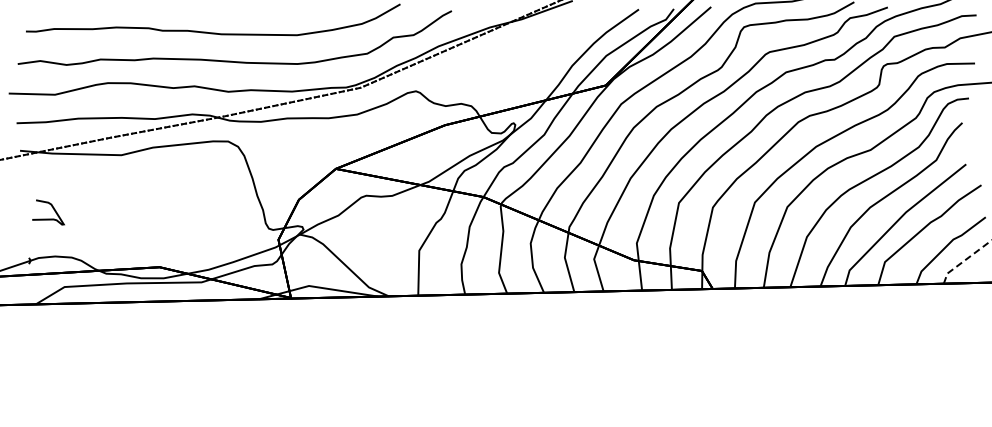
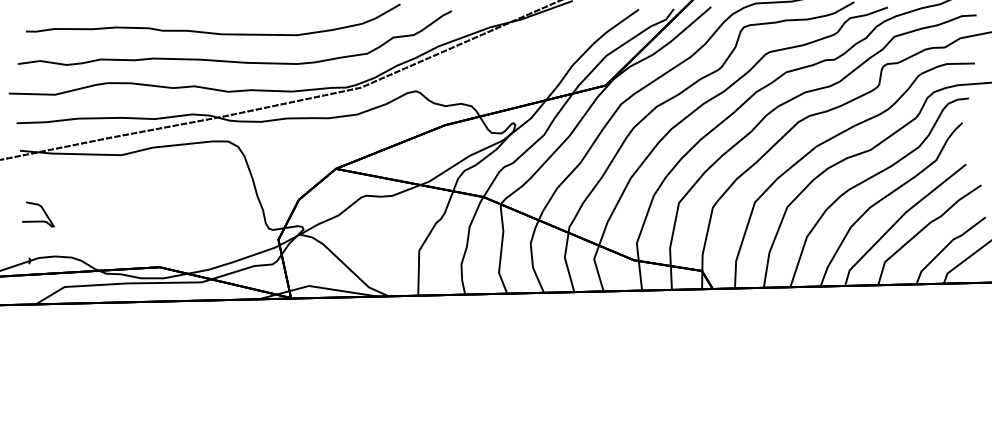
curve at (52, 208) position: (52, 208) -> (42, 210)
line at (964, 260): dashed -> solid
